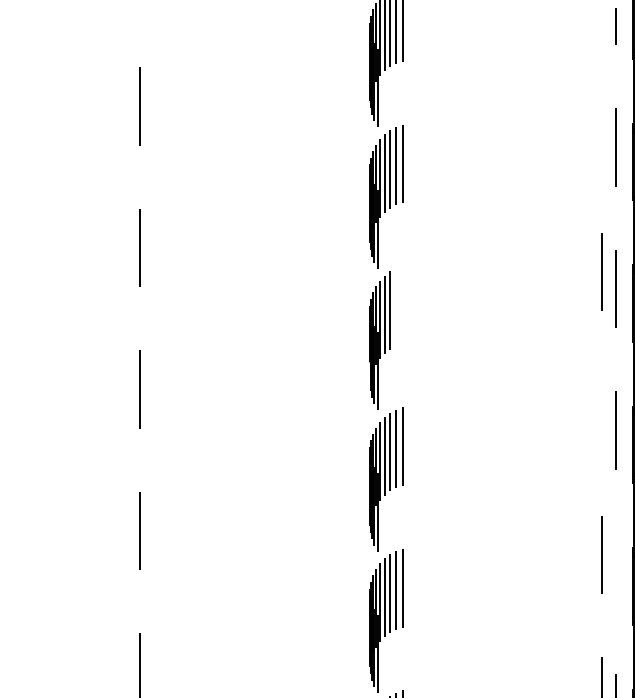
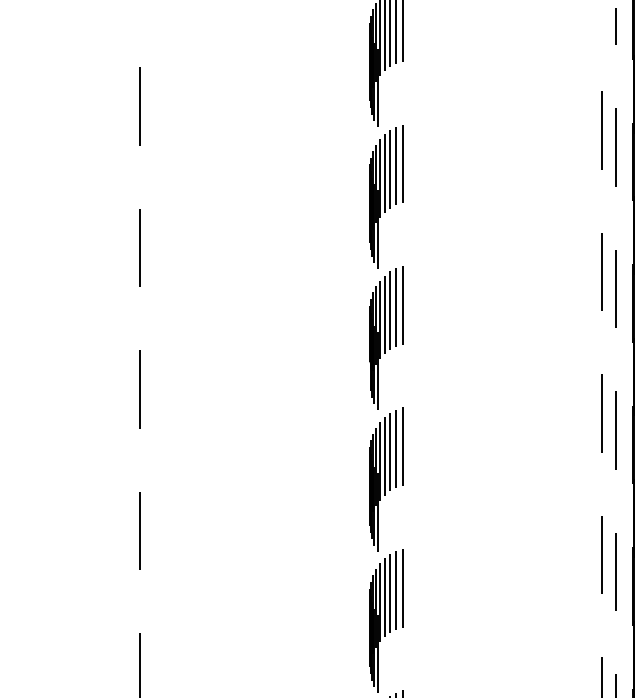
line at (602, 130): none -> present
line at (402, 305): none -> present
line at (396, 307): none -> present
line at (601, 413): none -> present
line at (616, 571): none -> present
